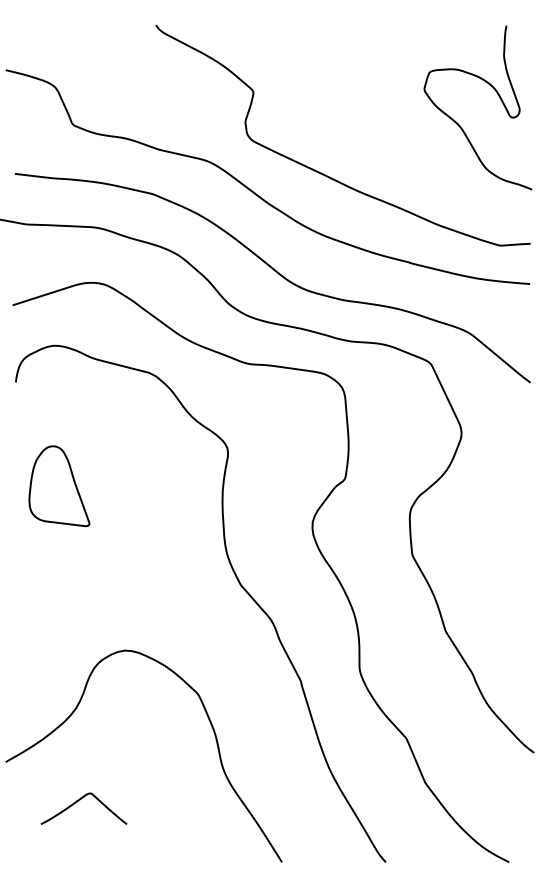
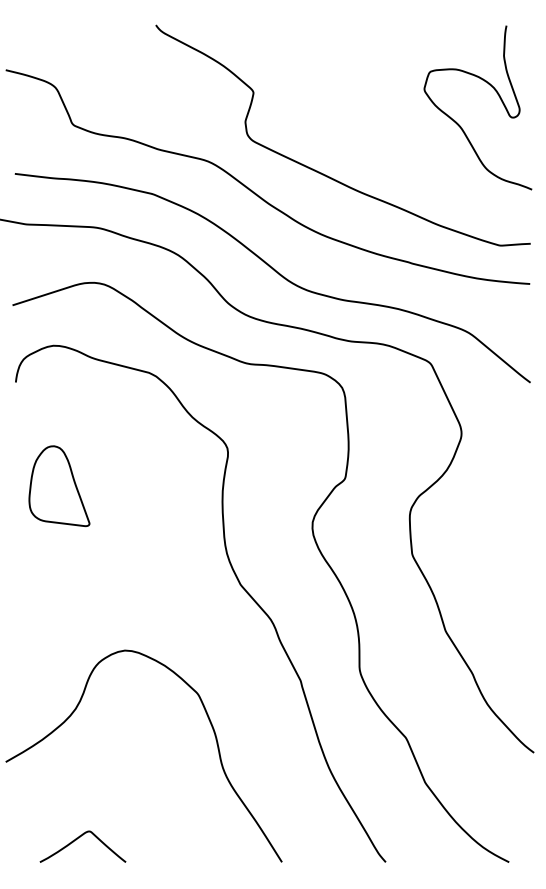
curve at (77, 802) position: (77, 802) -> (76, 840)
